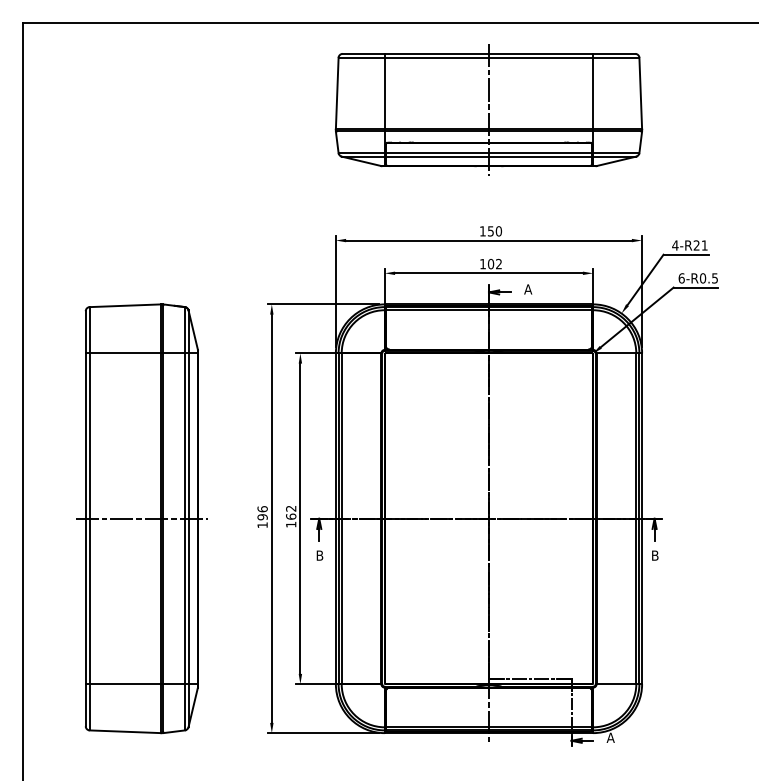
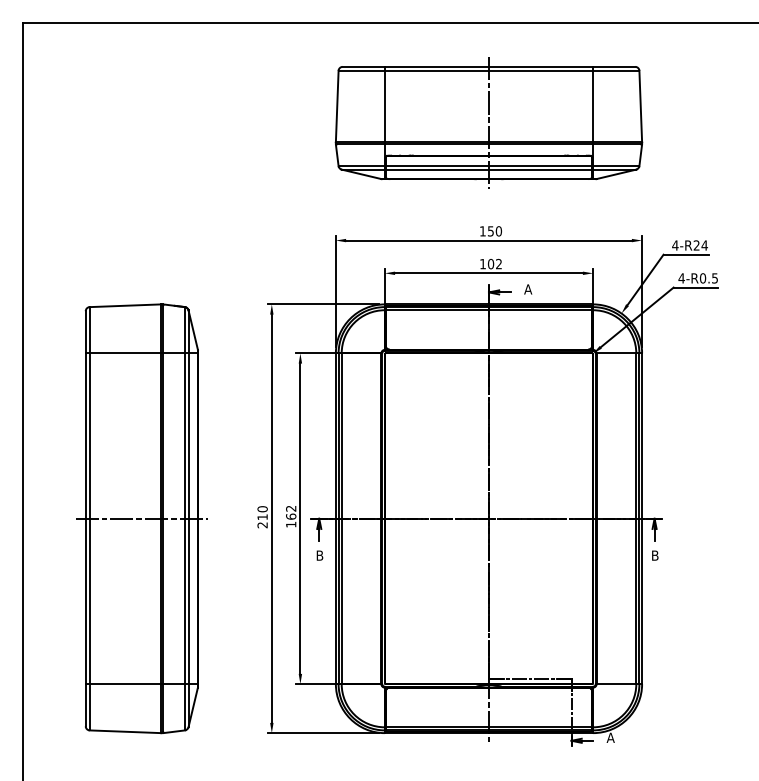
part at (488, 109) position: (488, 109) -> (488, 122)
text at (704, 245): 4-R21 -> 4-R24
text at (681, 278): 6-R0.5 -> 4-R0.5
text at (262, 517): 196 -> 210
